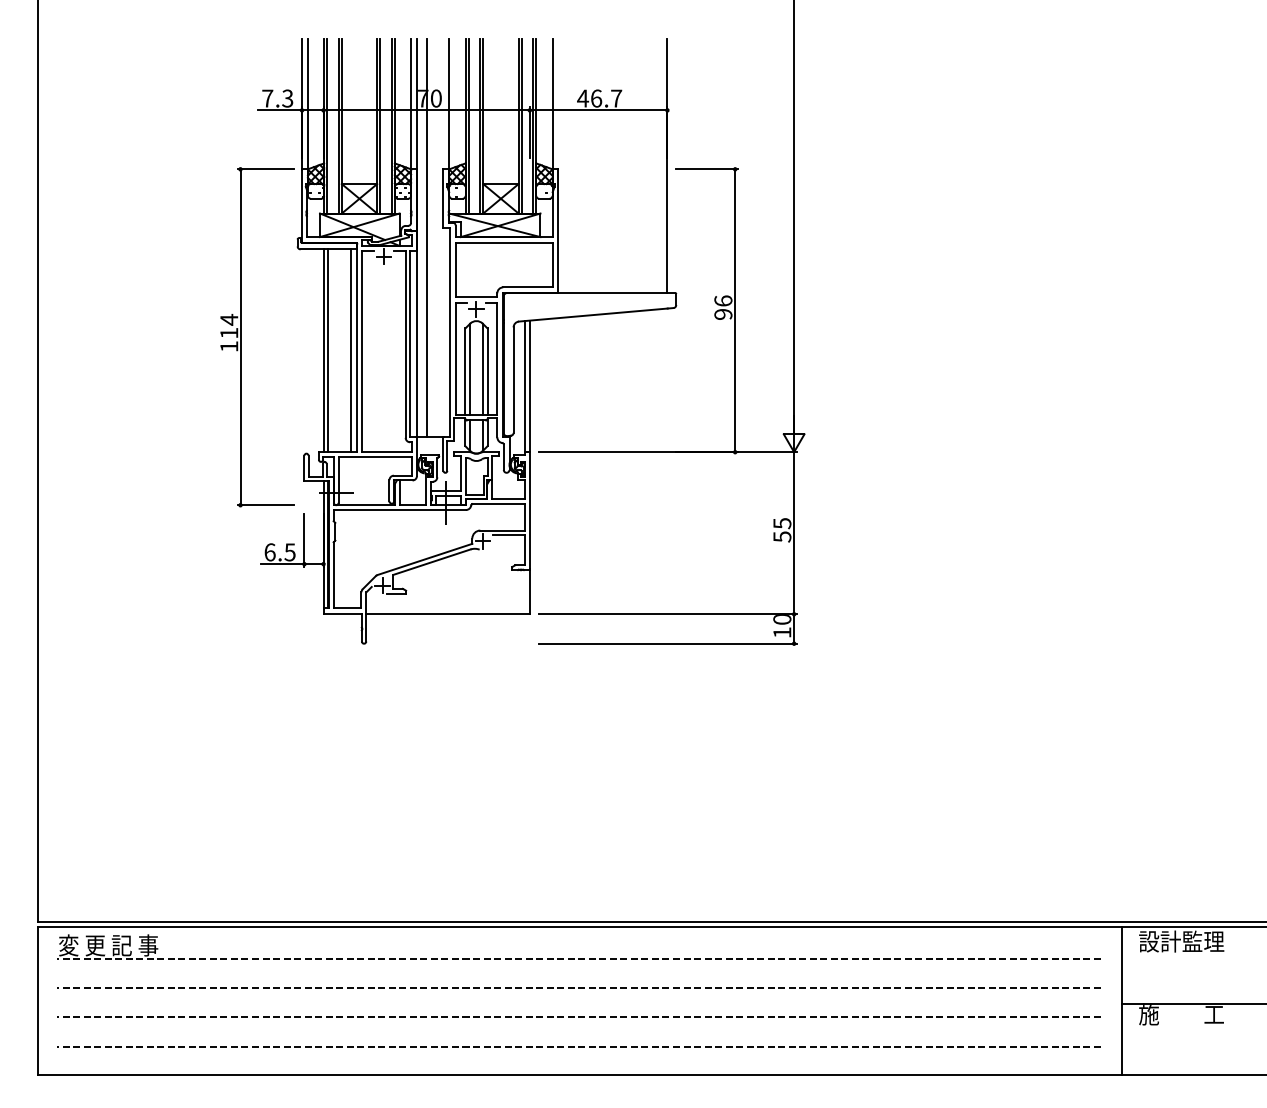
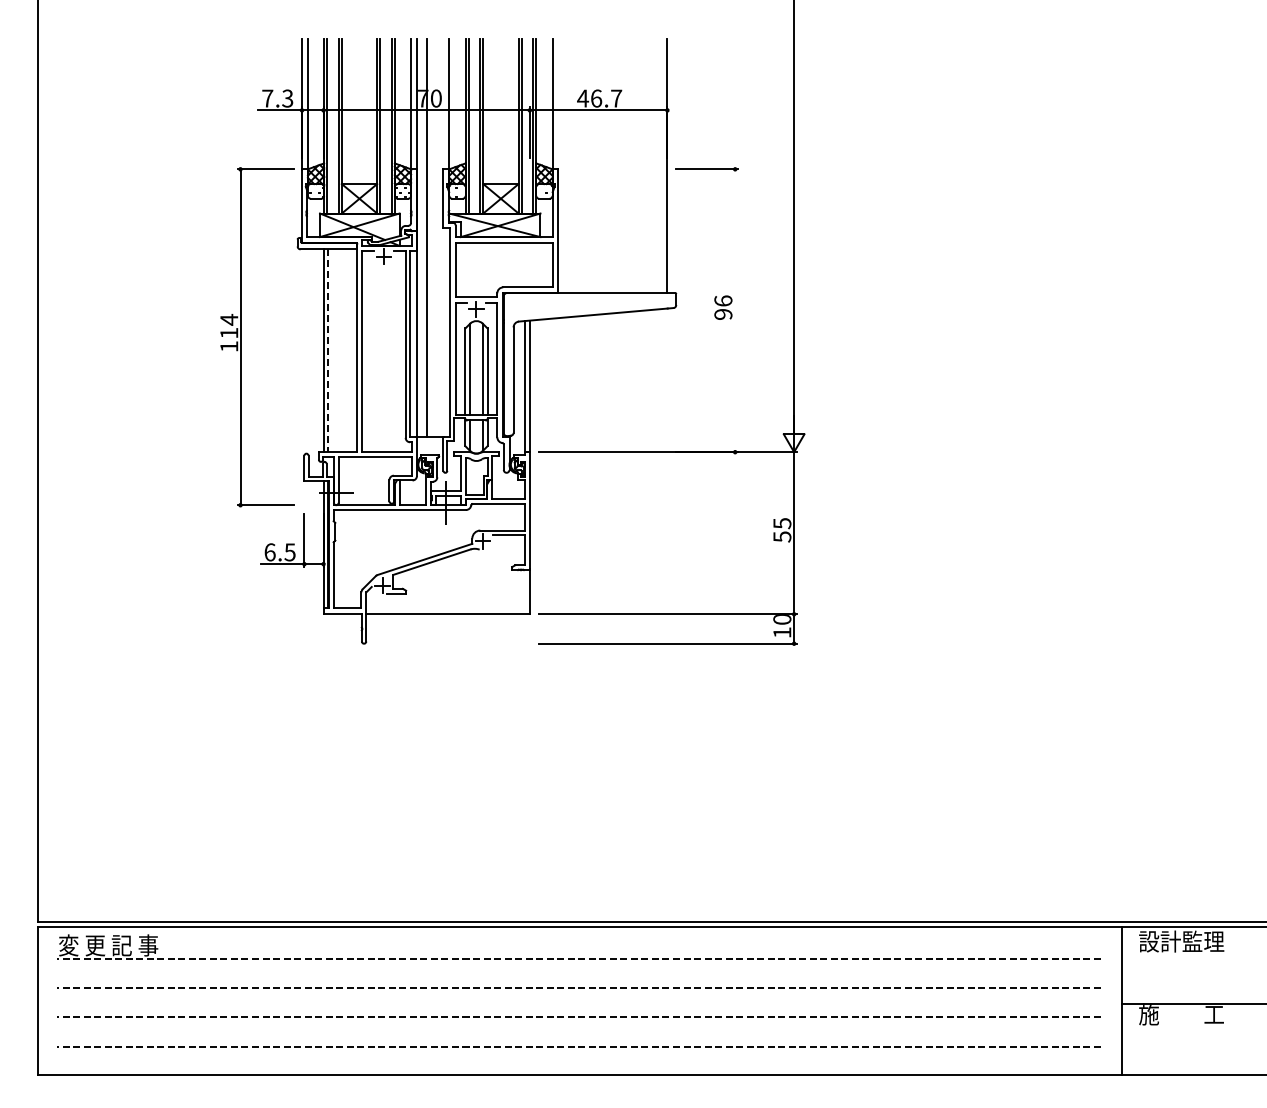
line at (735, 310): present -> none
line at (350, 350): present -> none
line at (328, 351): solid -> dashed
